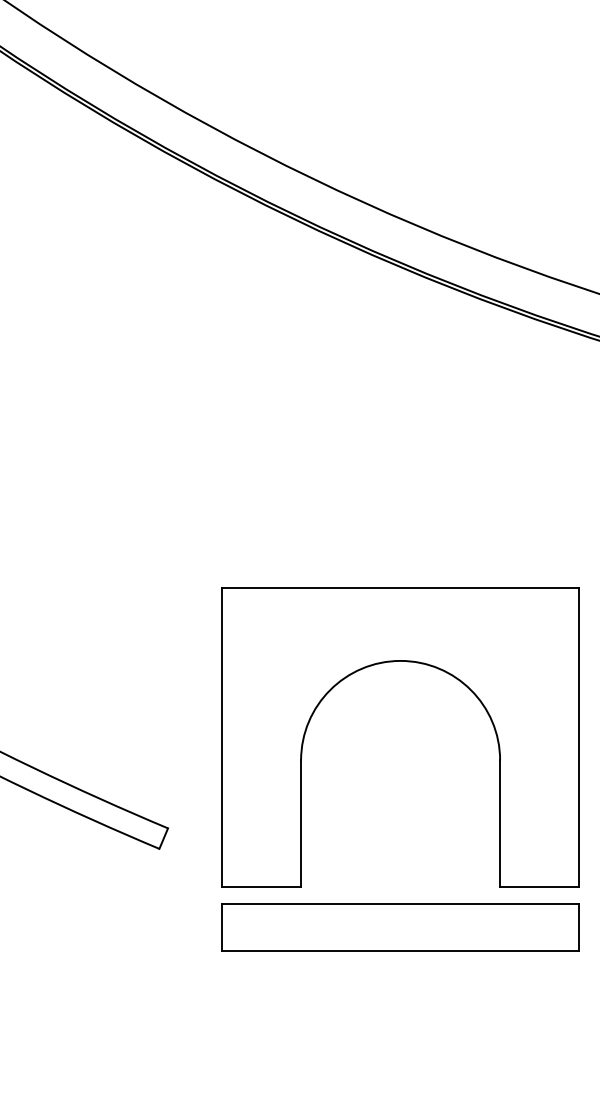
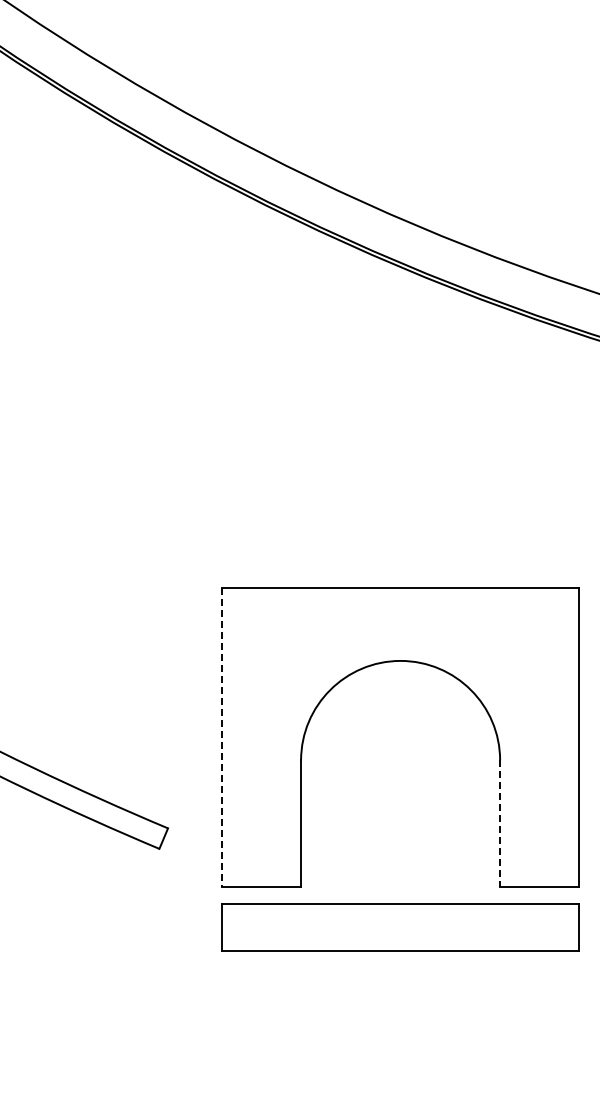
line at (222, 737): solid -> dashed
line at (500, 824): solid -> dashed
